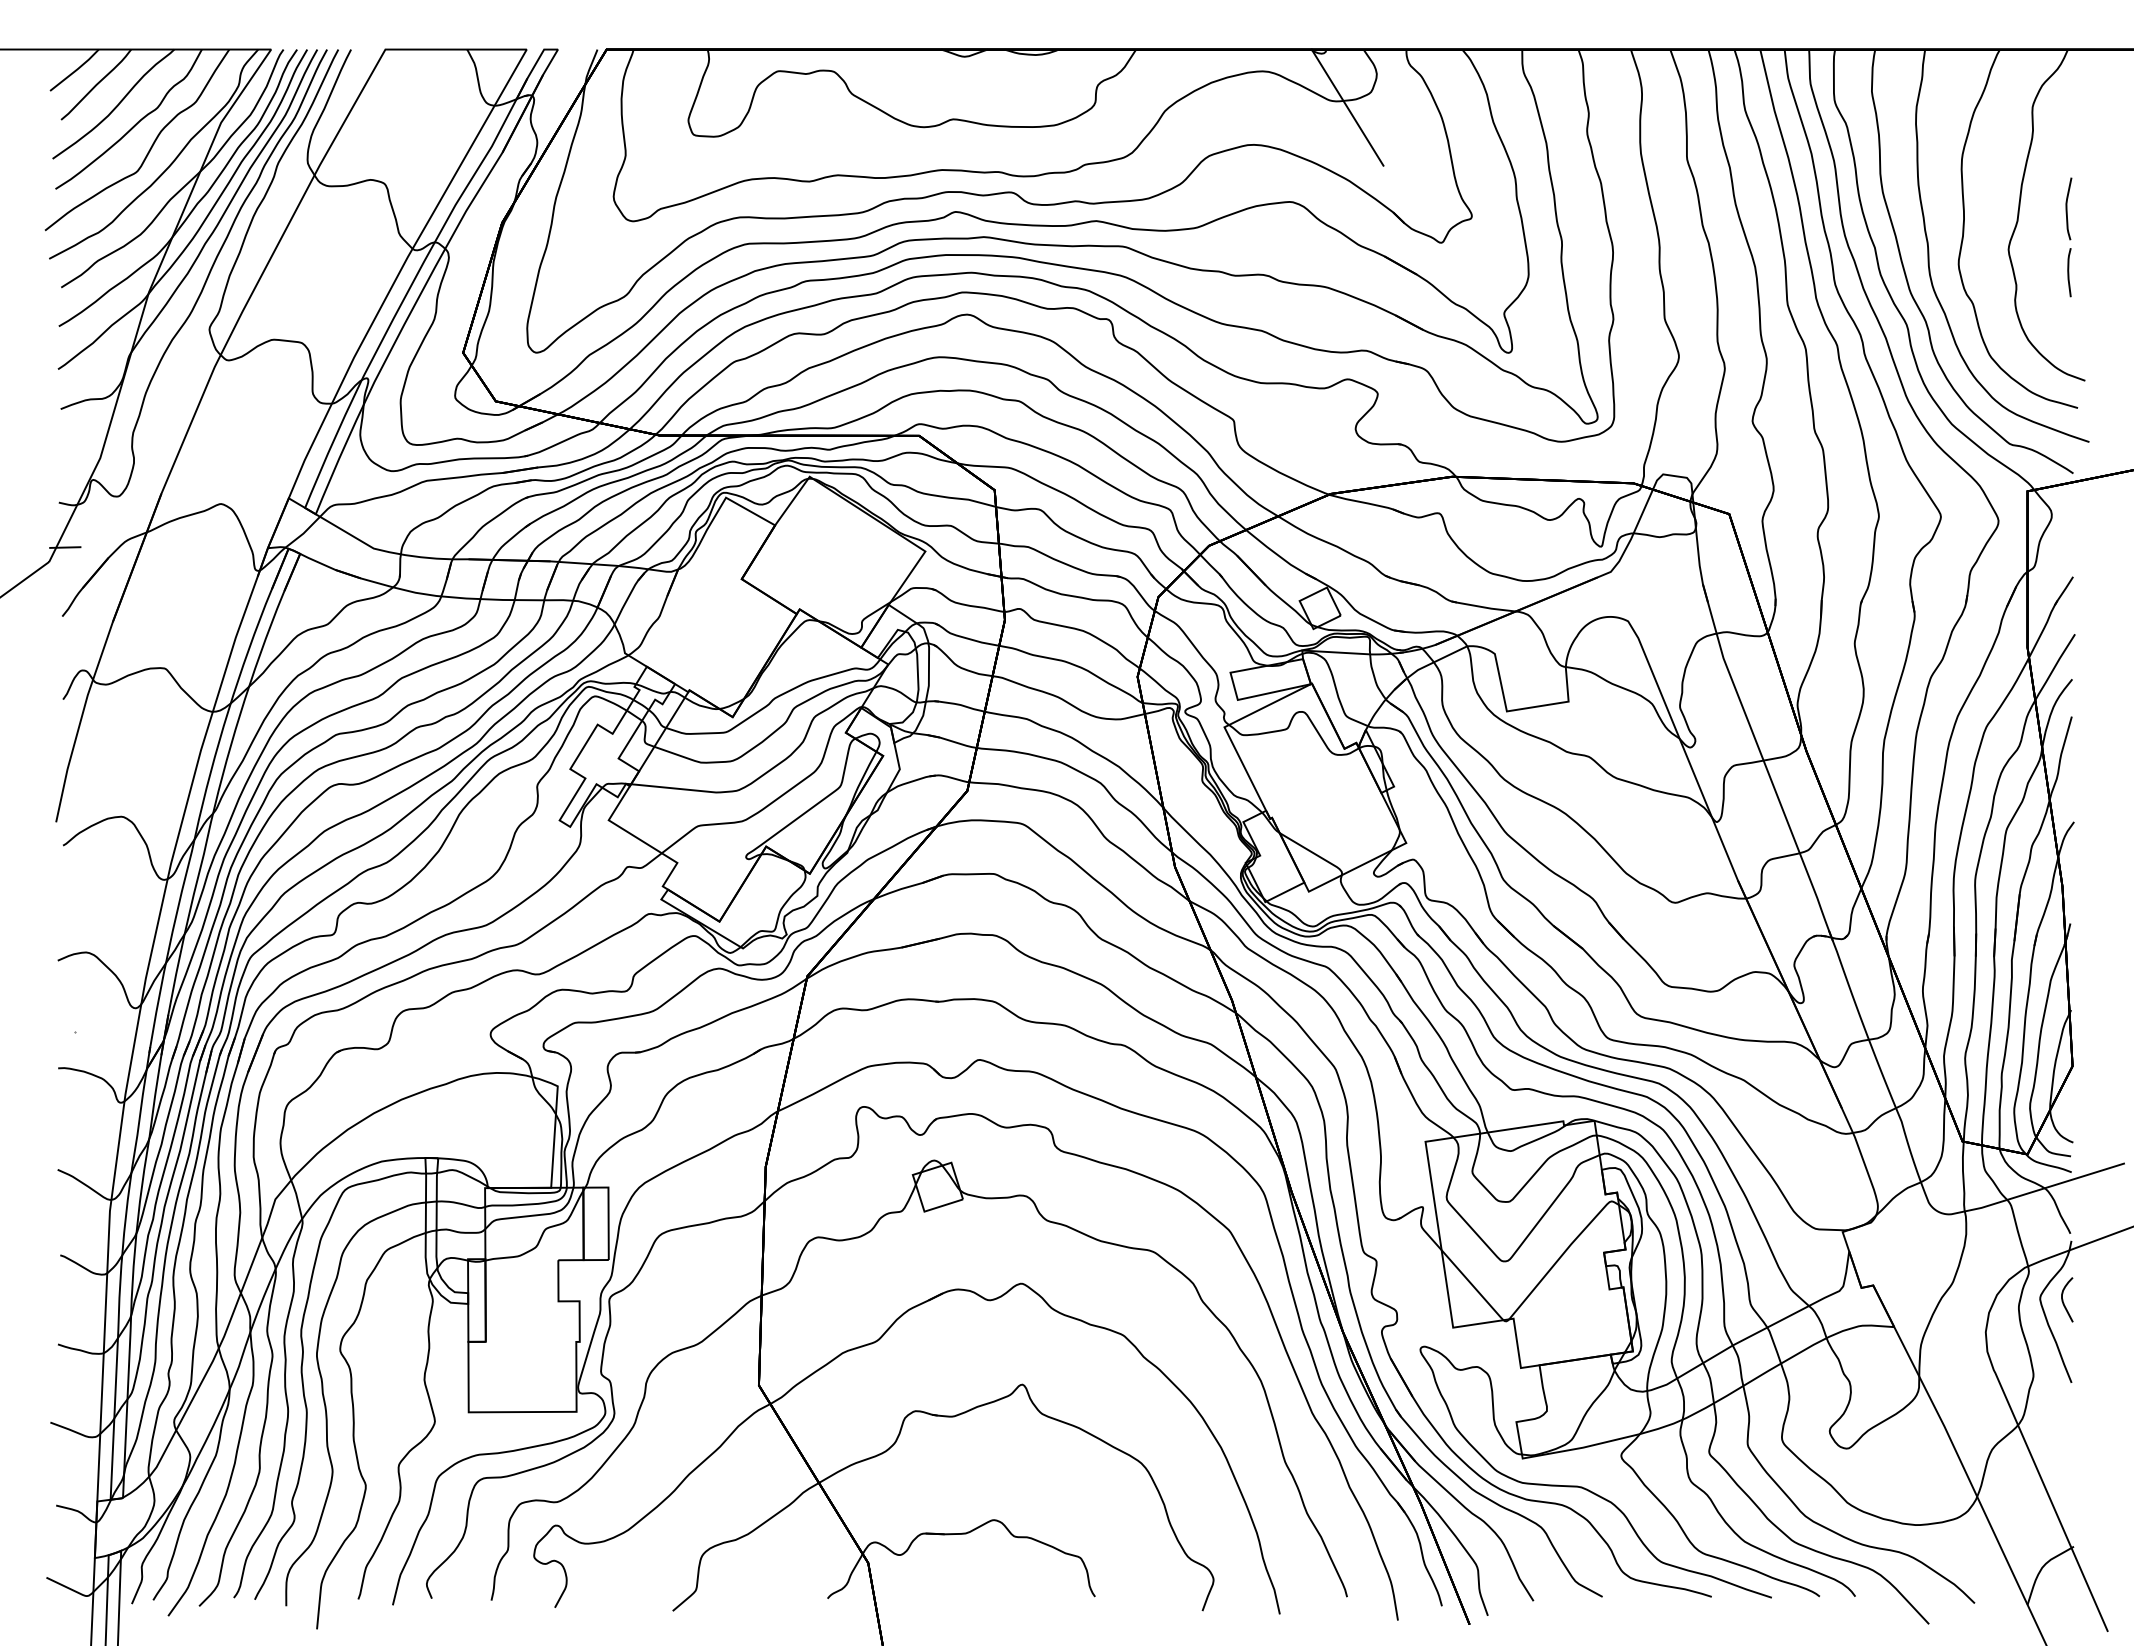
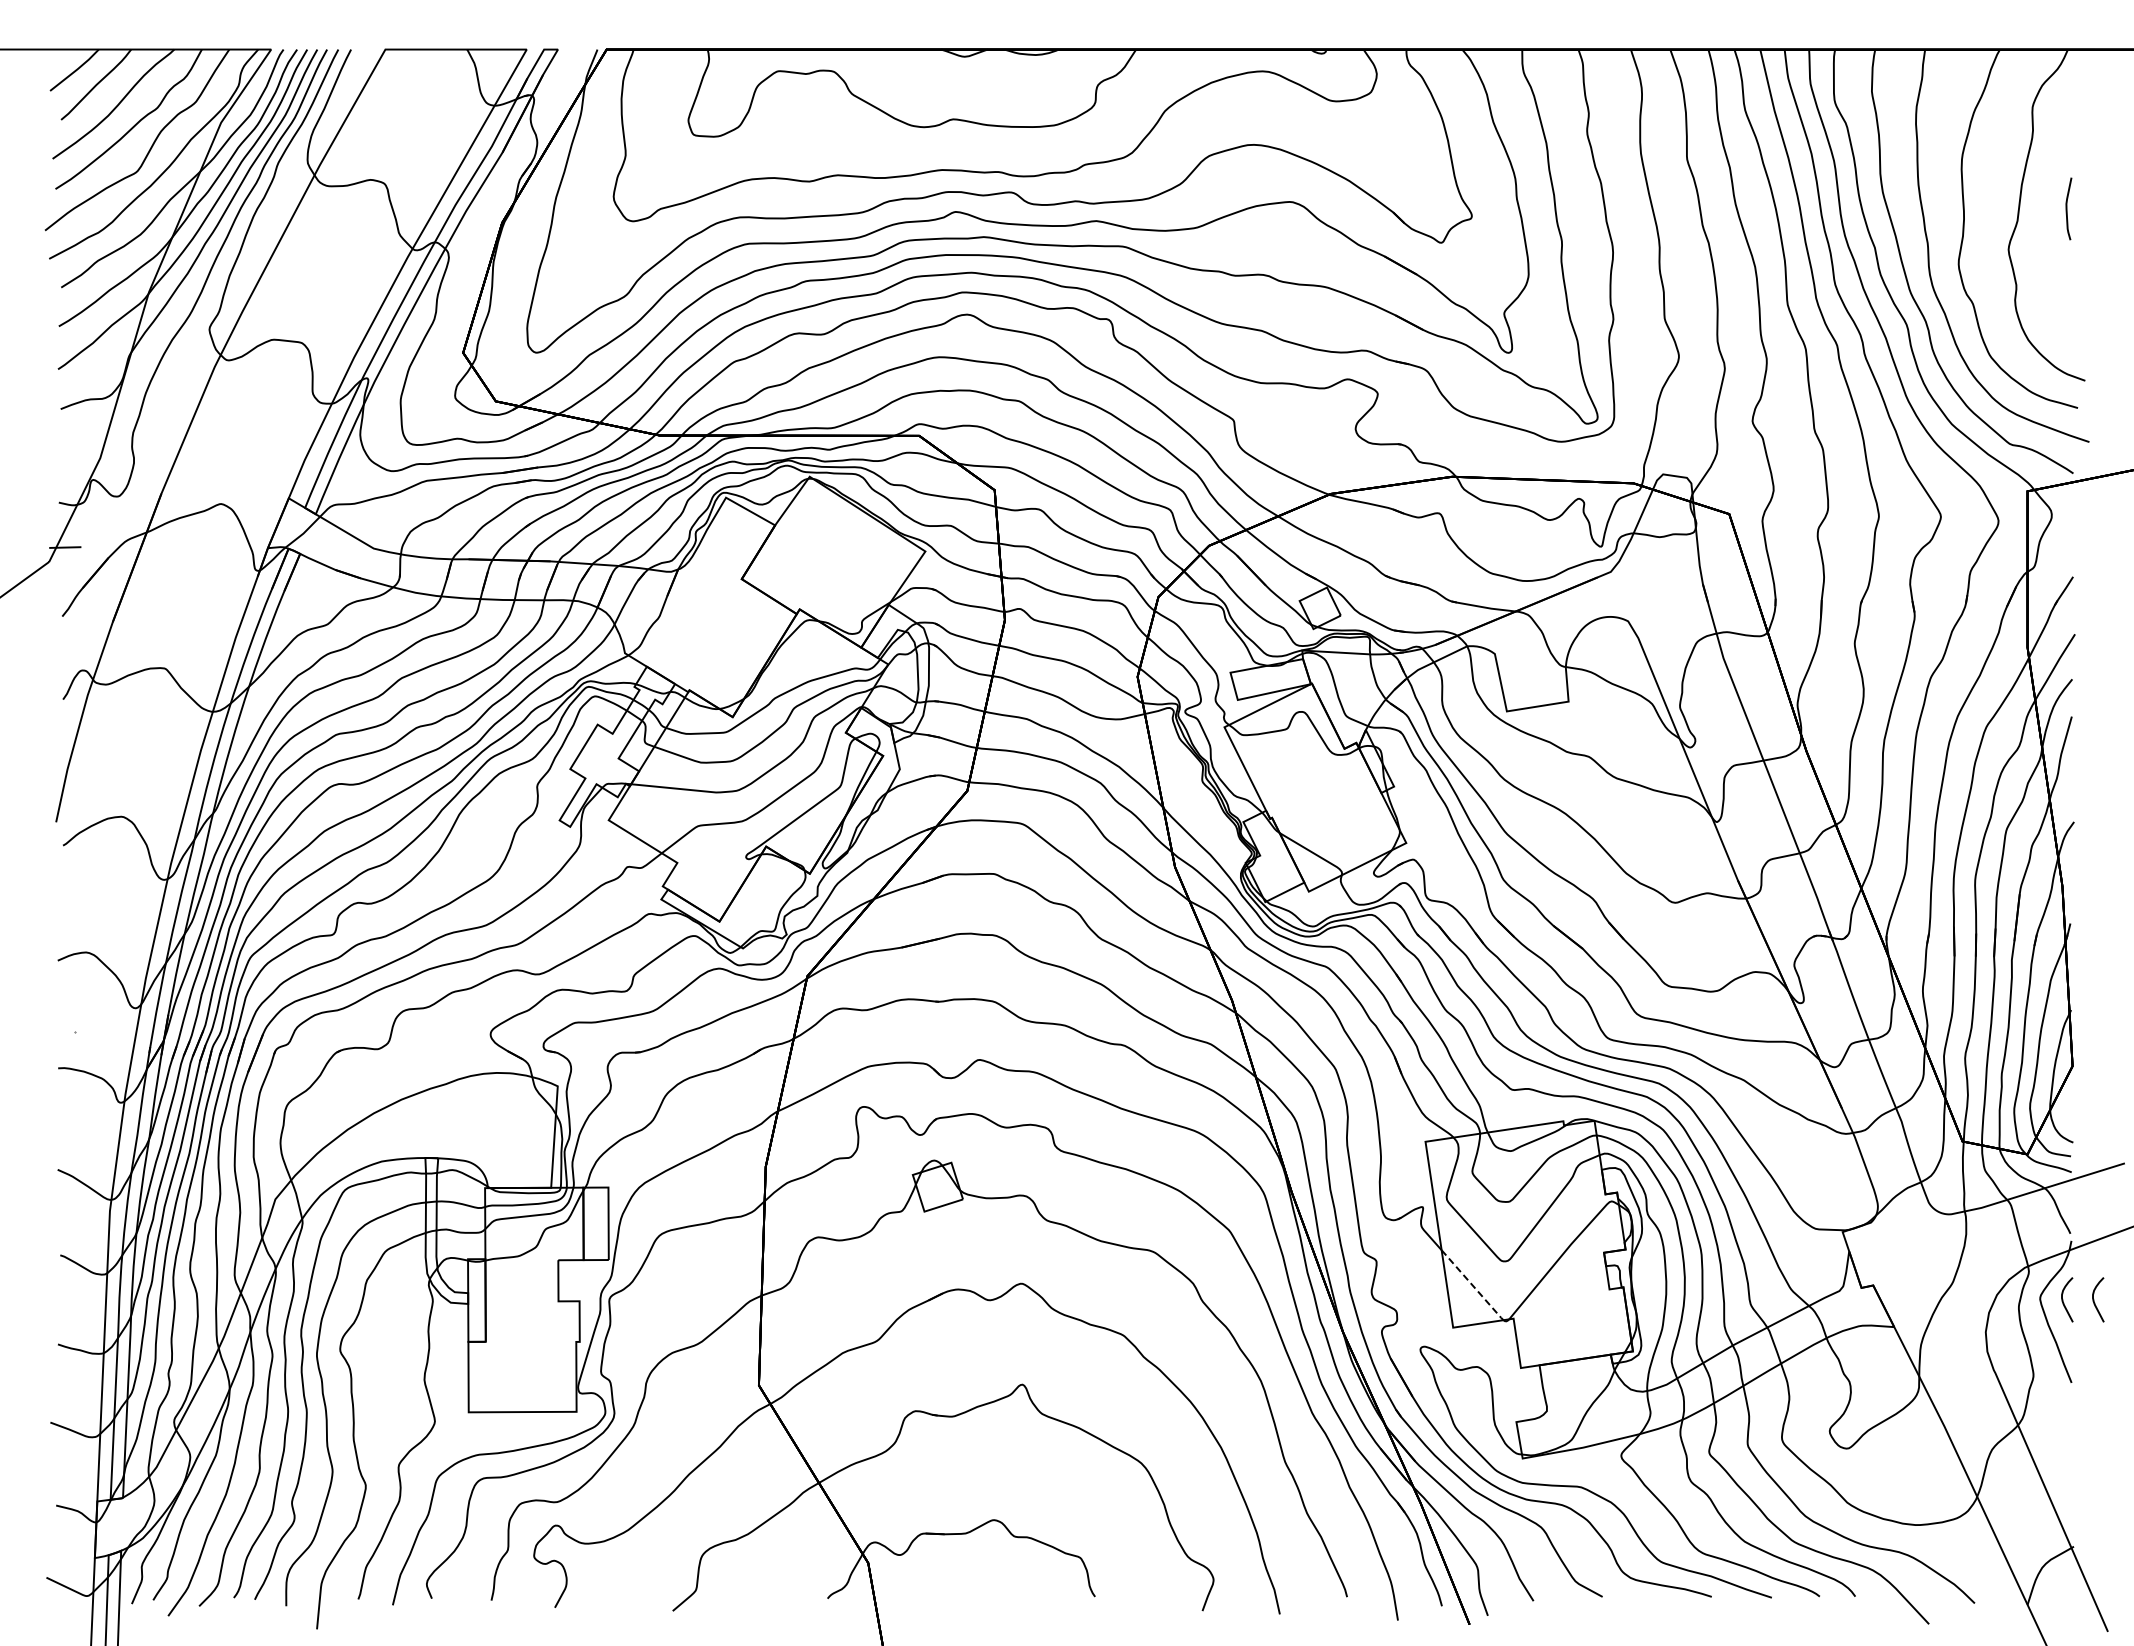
line at (1347, 107): present -> none
curve at (2069, 272): present -> none
line at (1473, 1285): solid -> dashed
curve at (2094, 1299): none -> present
